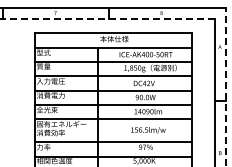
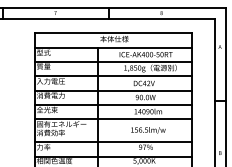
line at (106, 18): dashed -> solid
line at (225, 87): dashed -> solid
